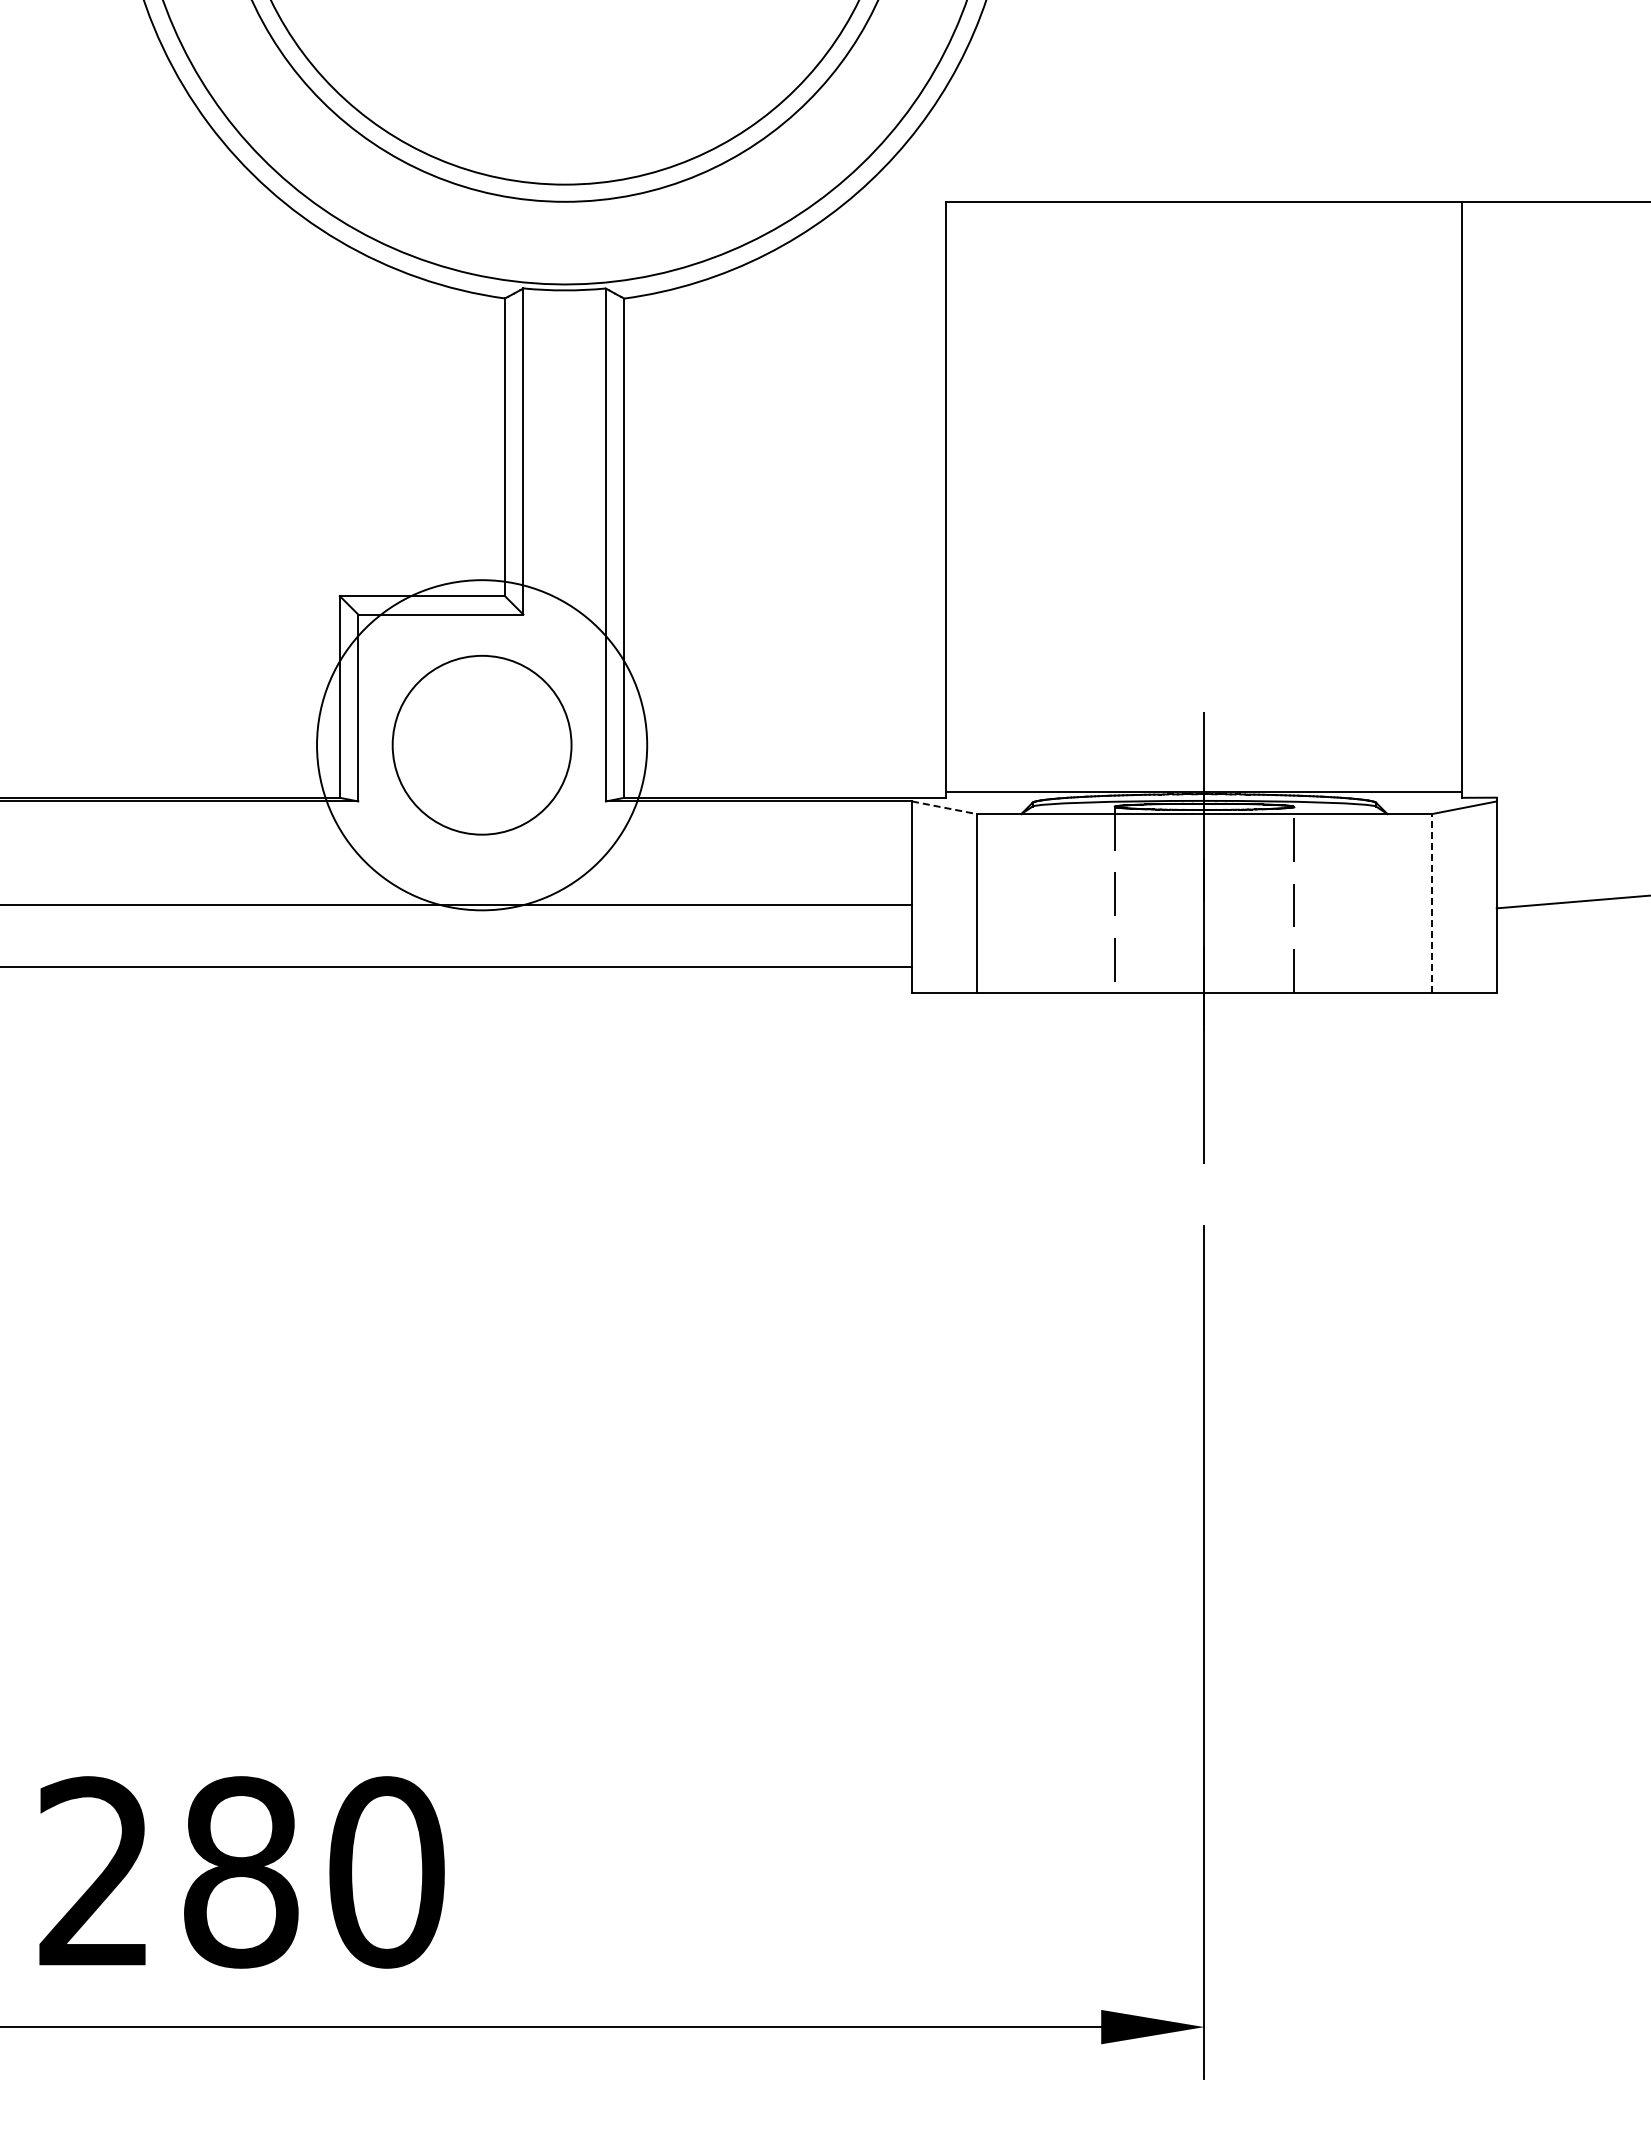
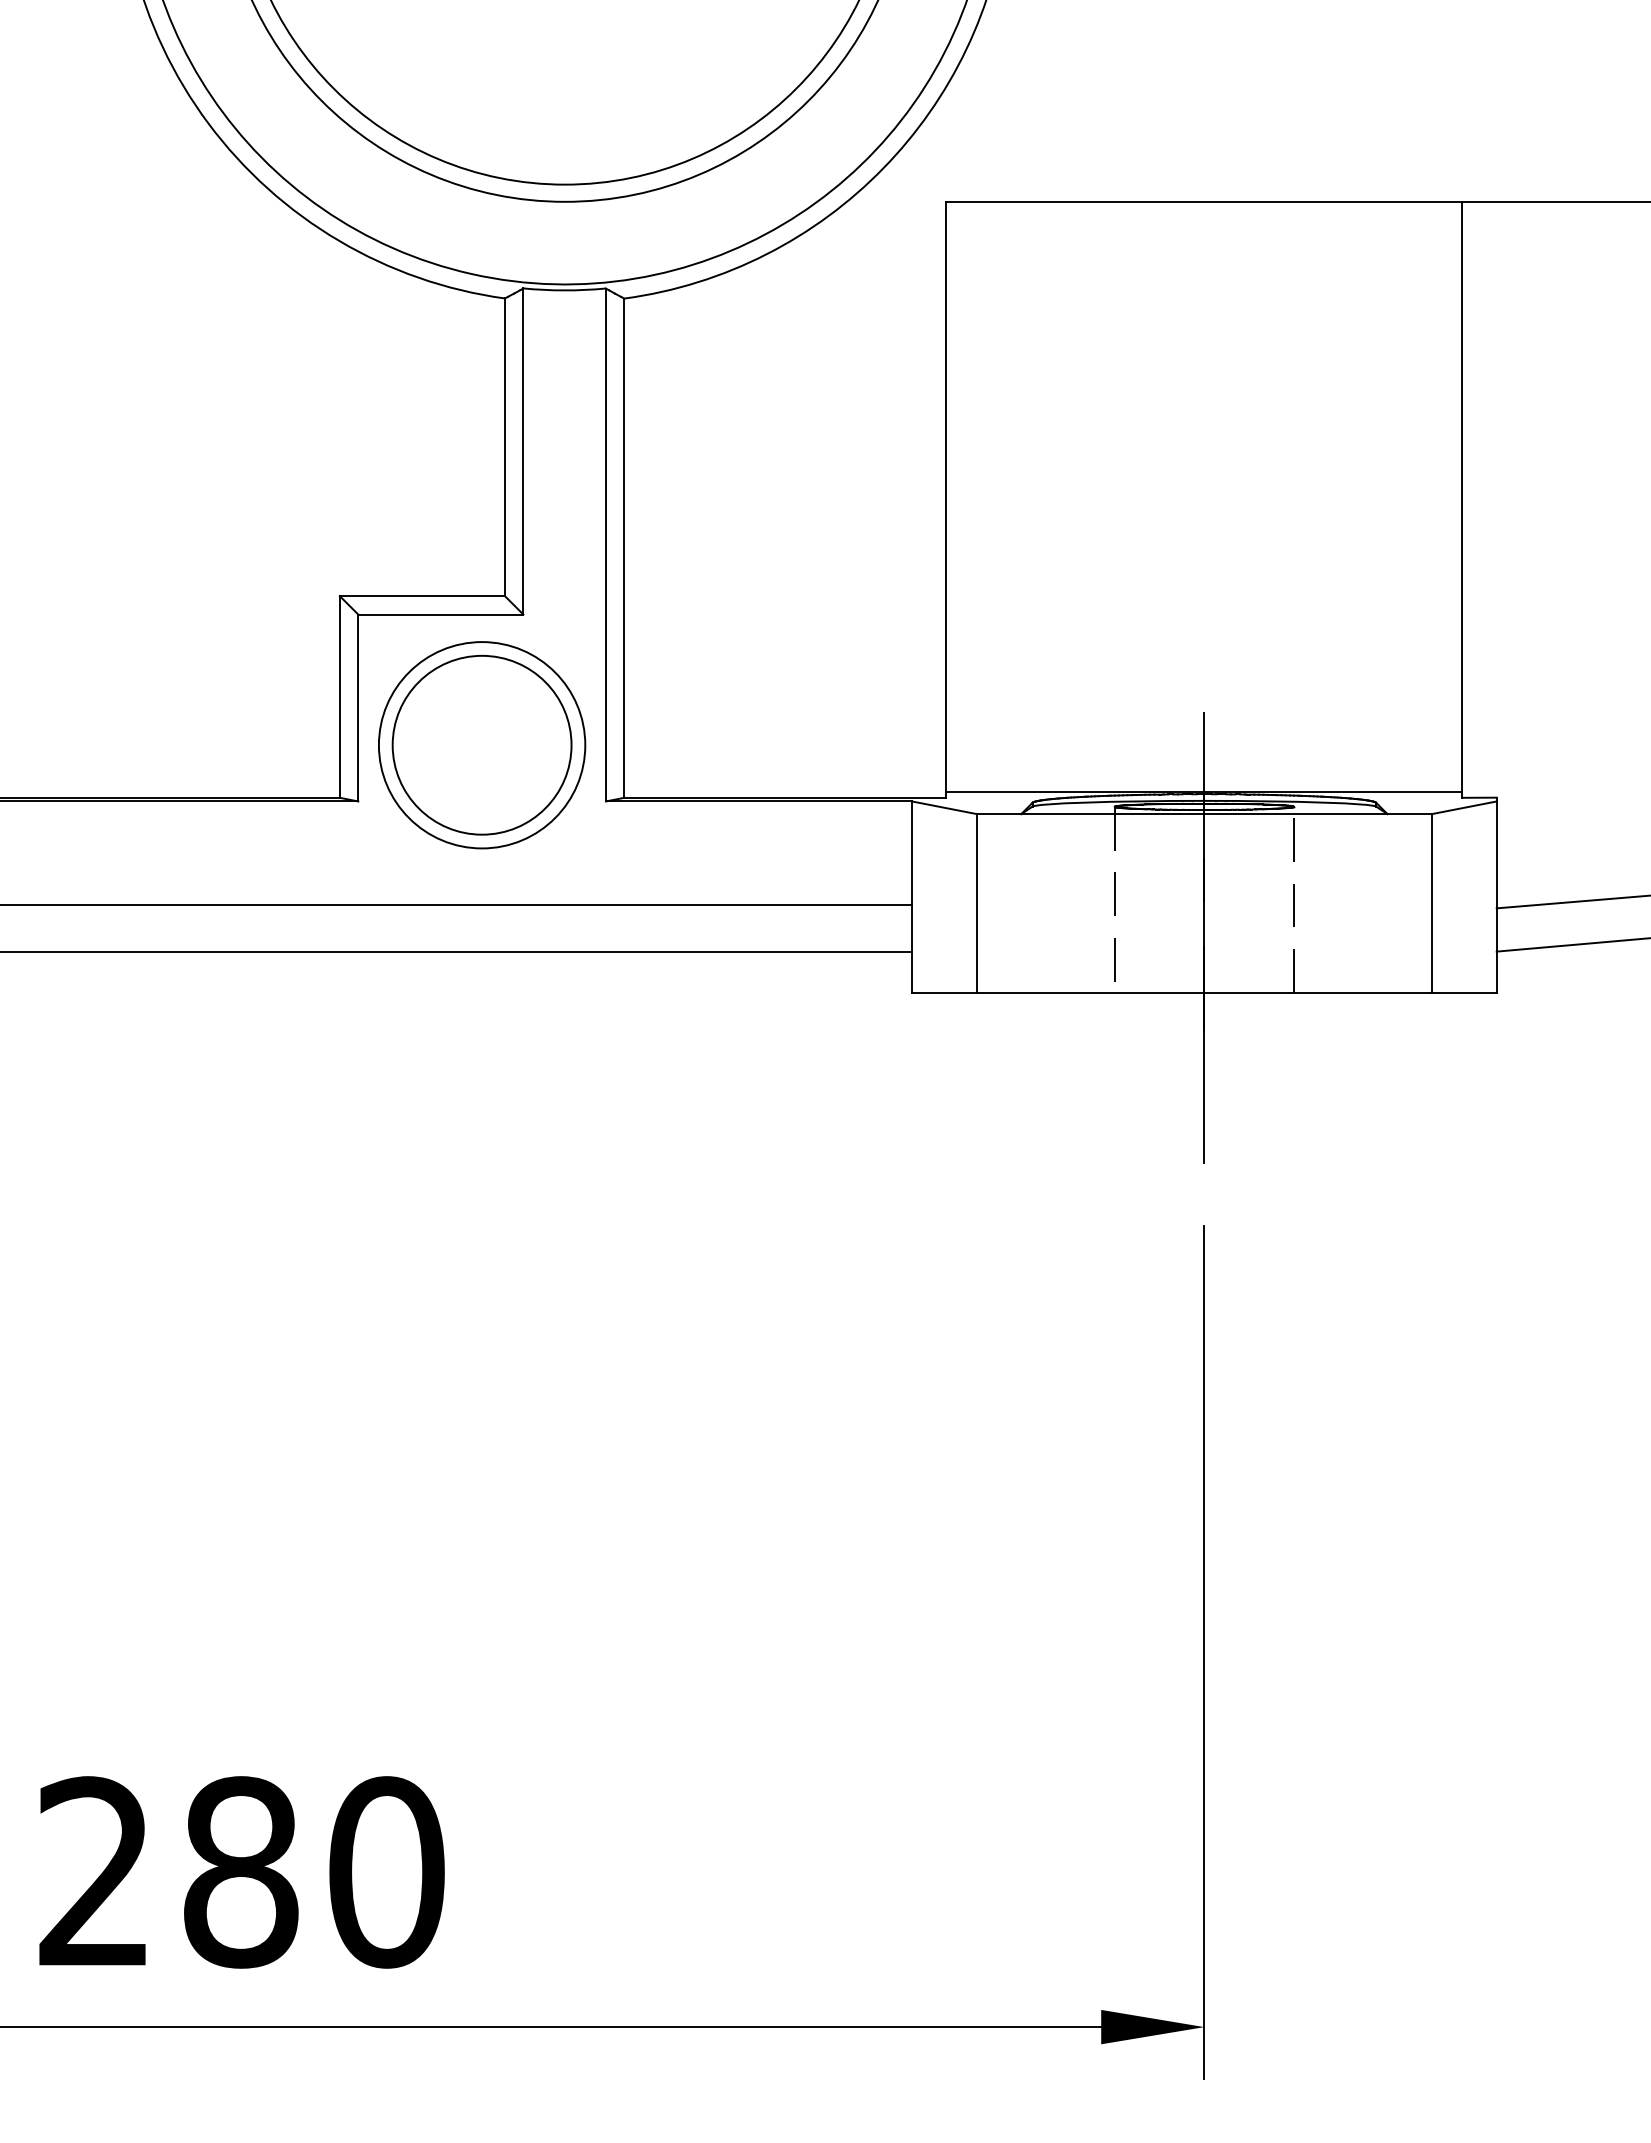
circle at (482, 745) diameter: 330 px -> 206 px
line at (944, 807): dashed -> solid
line at (1432, 902): dashed -> solid
line at (1571, 944): none -> present
line at (457, 966) position: (457, 966) -> (457, 951)
